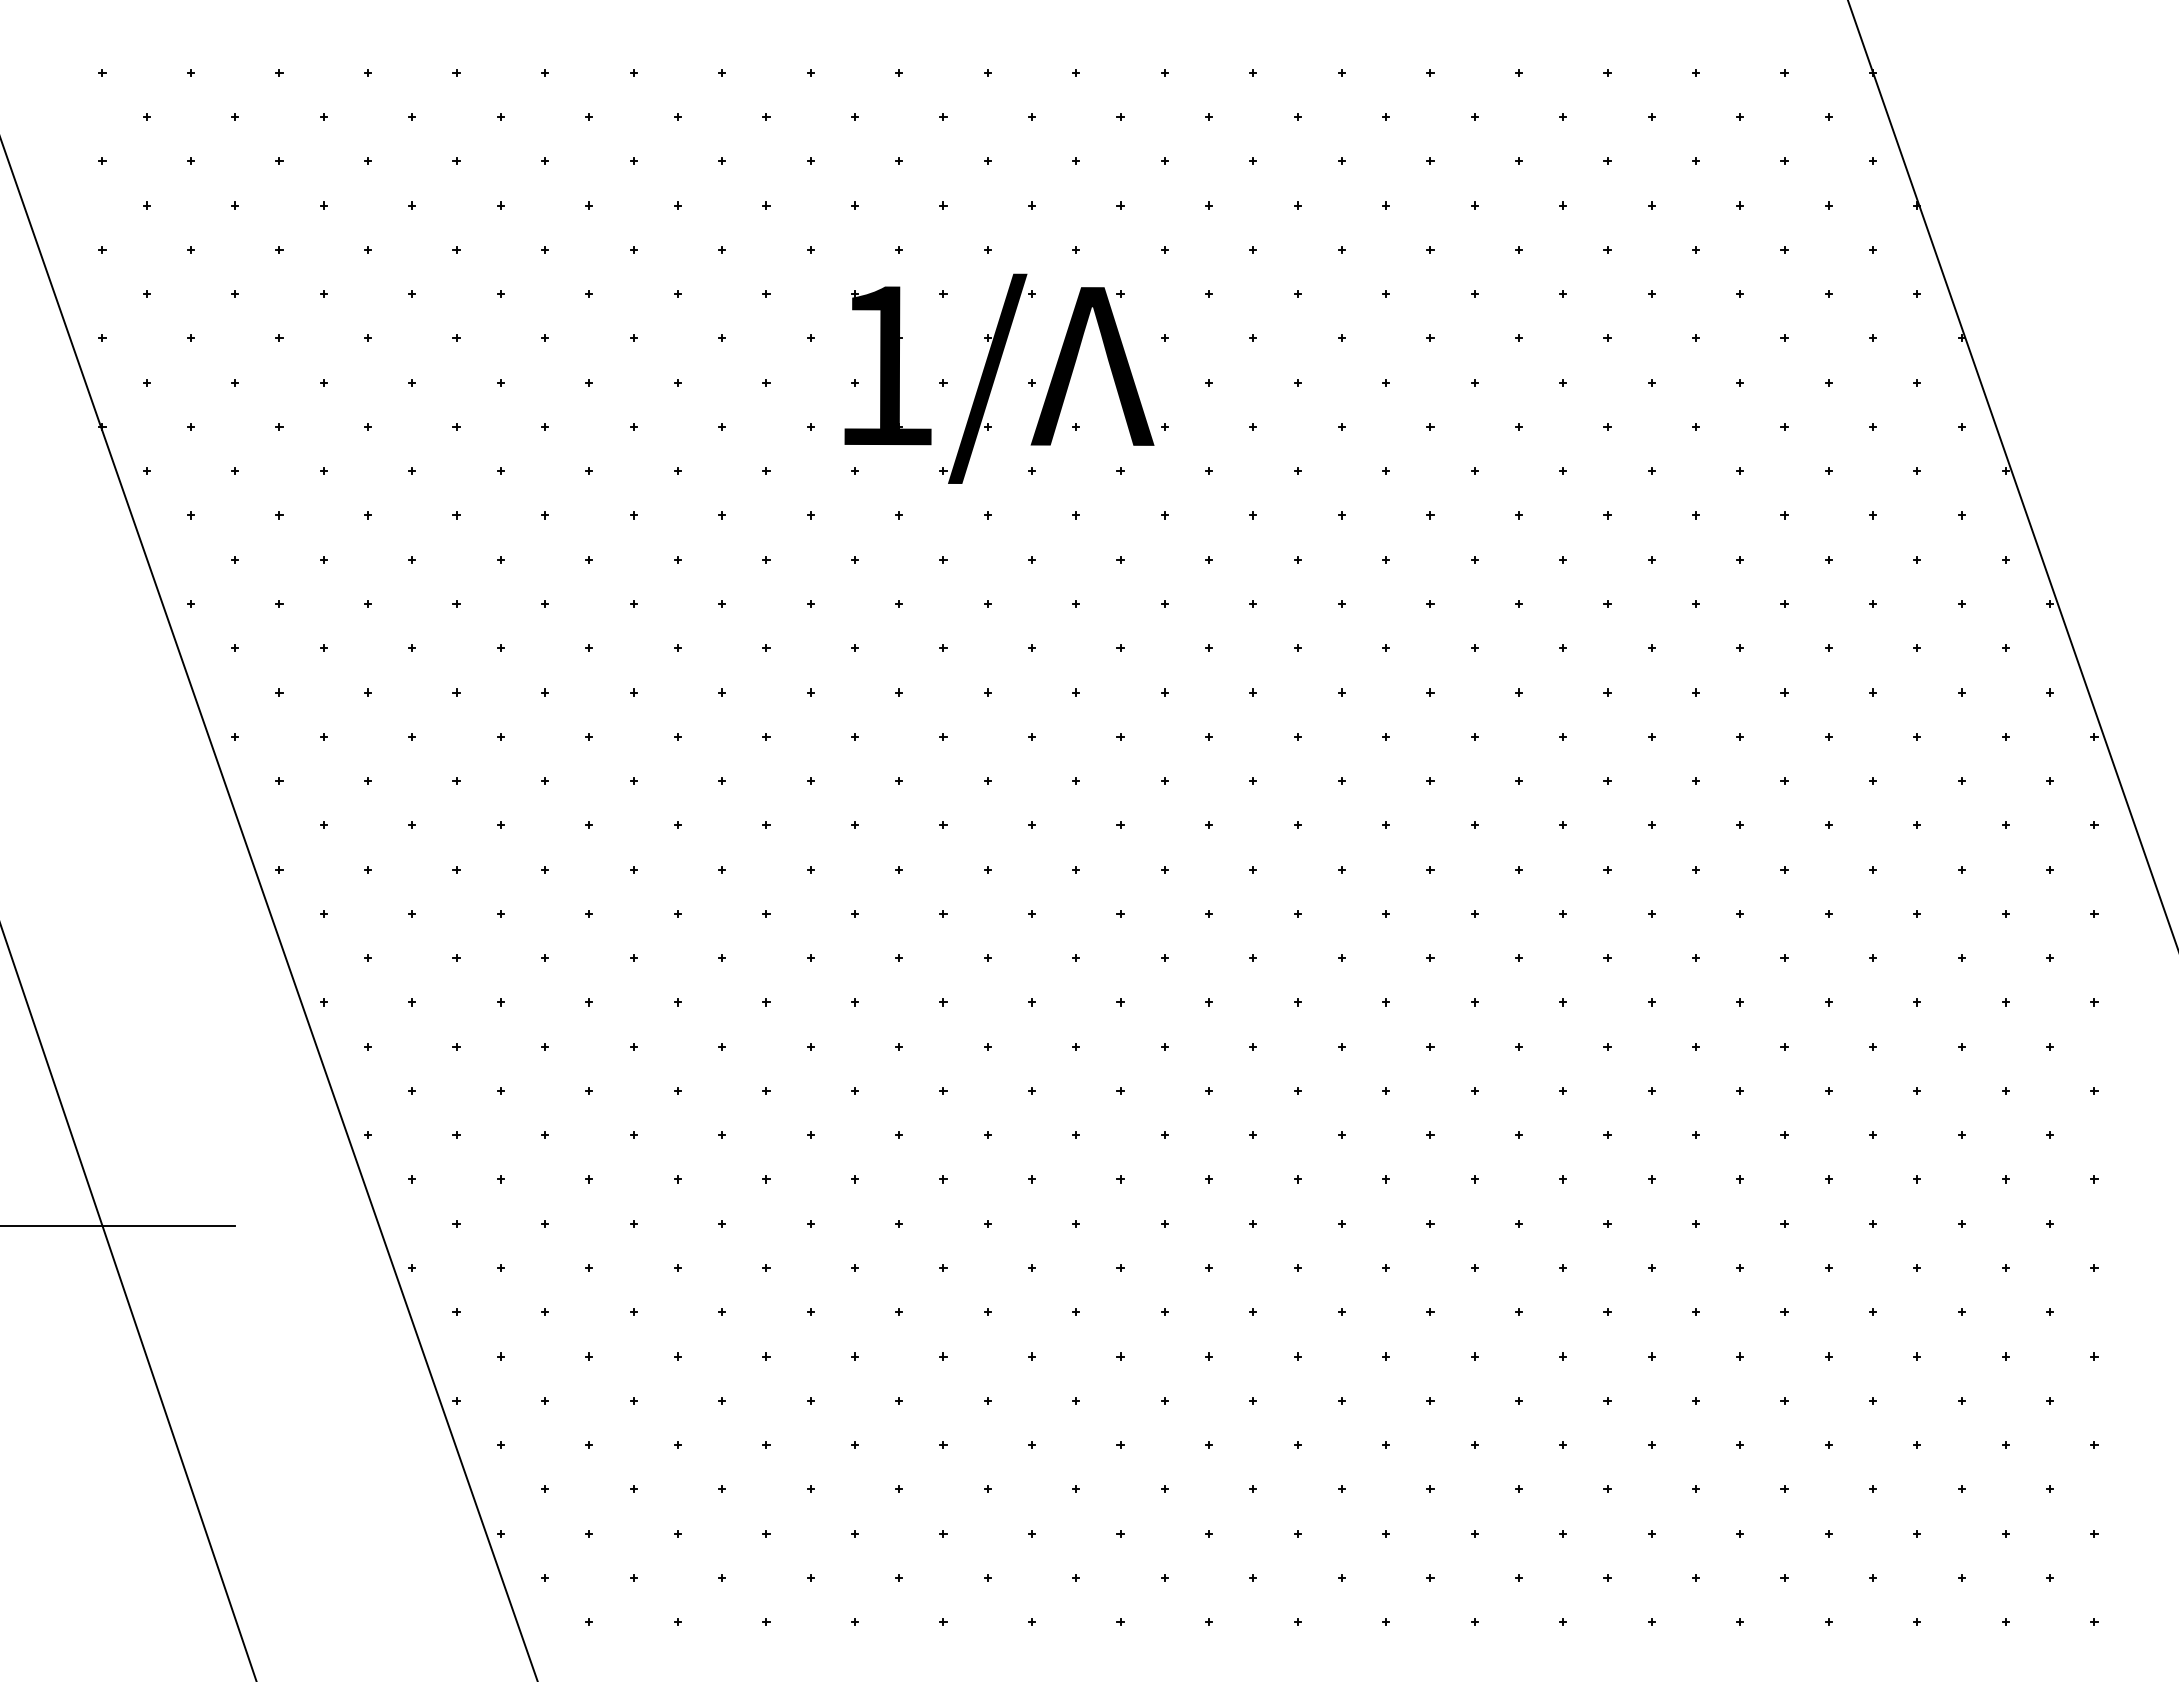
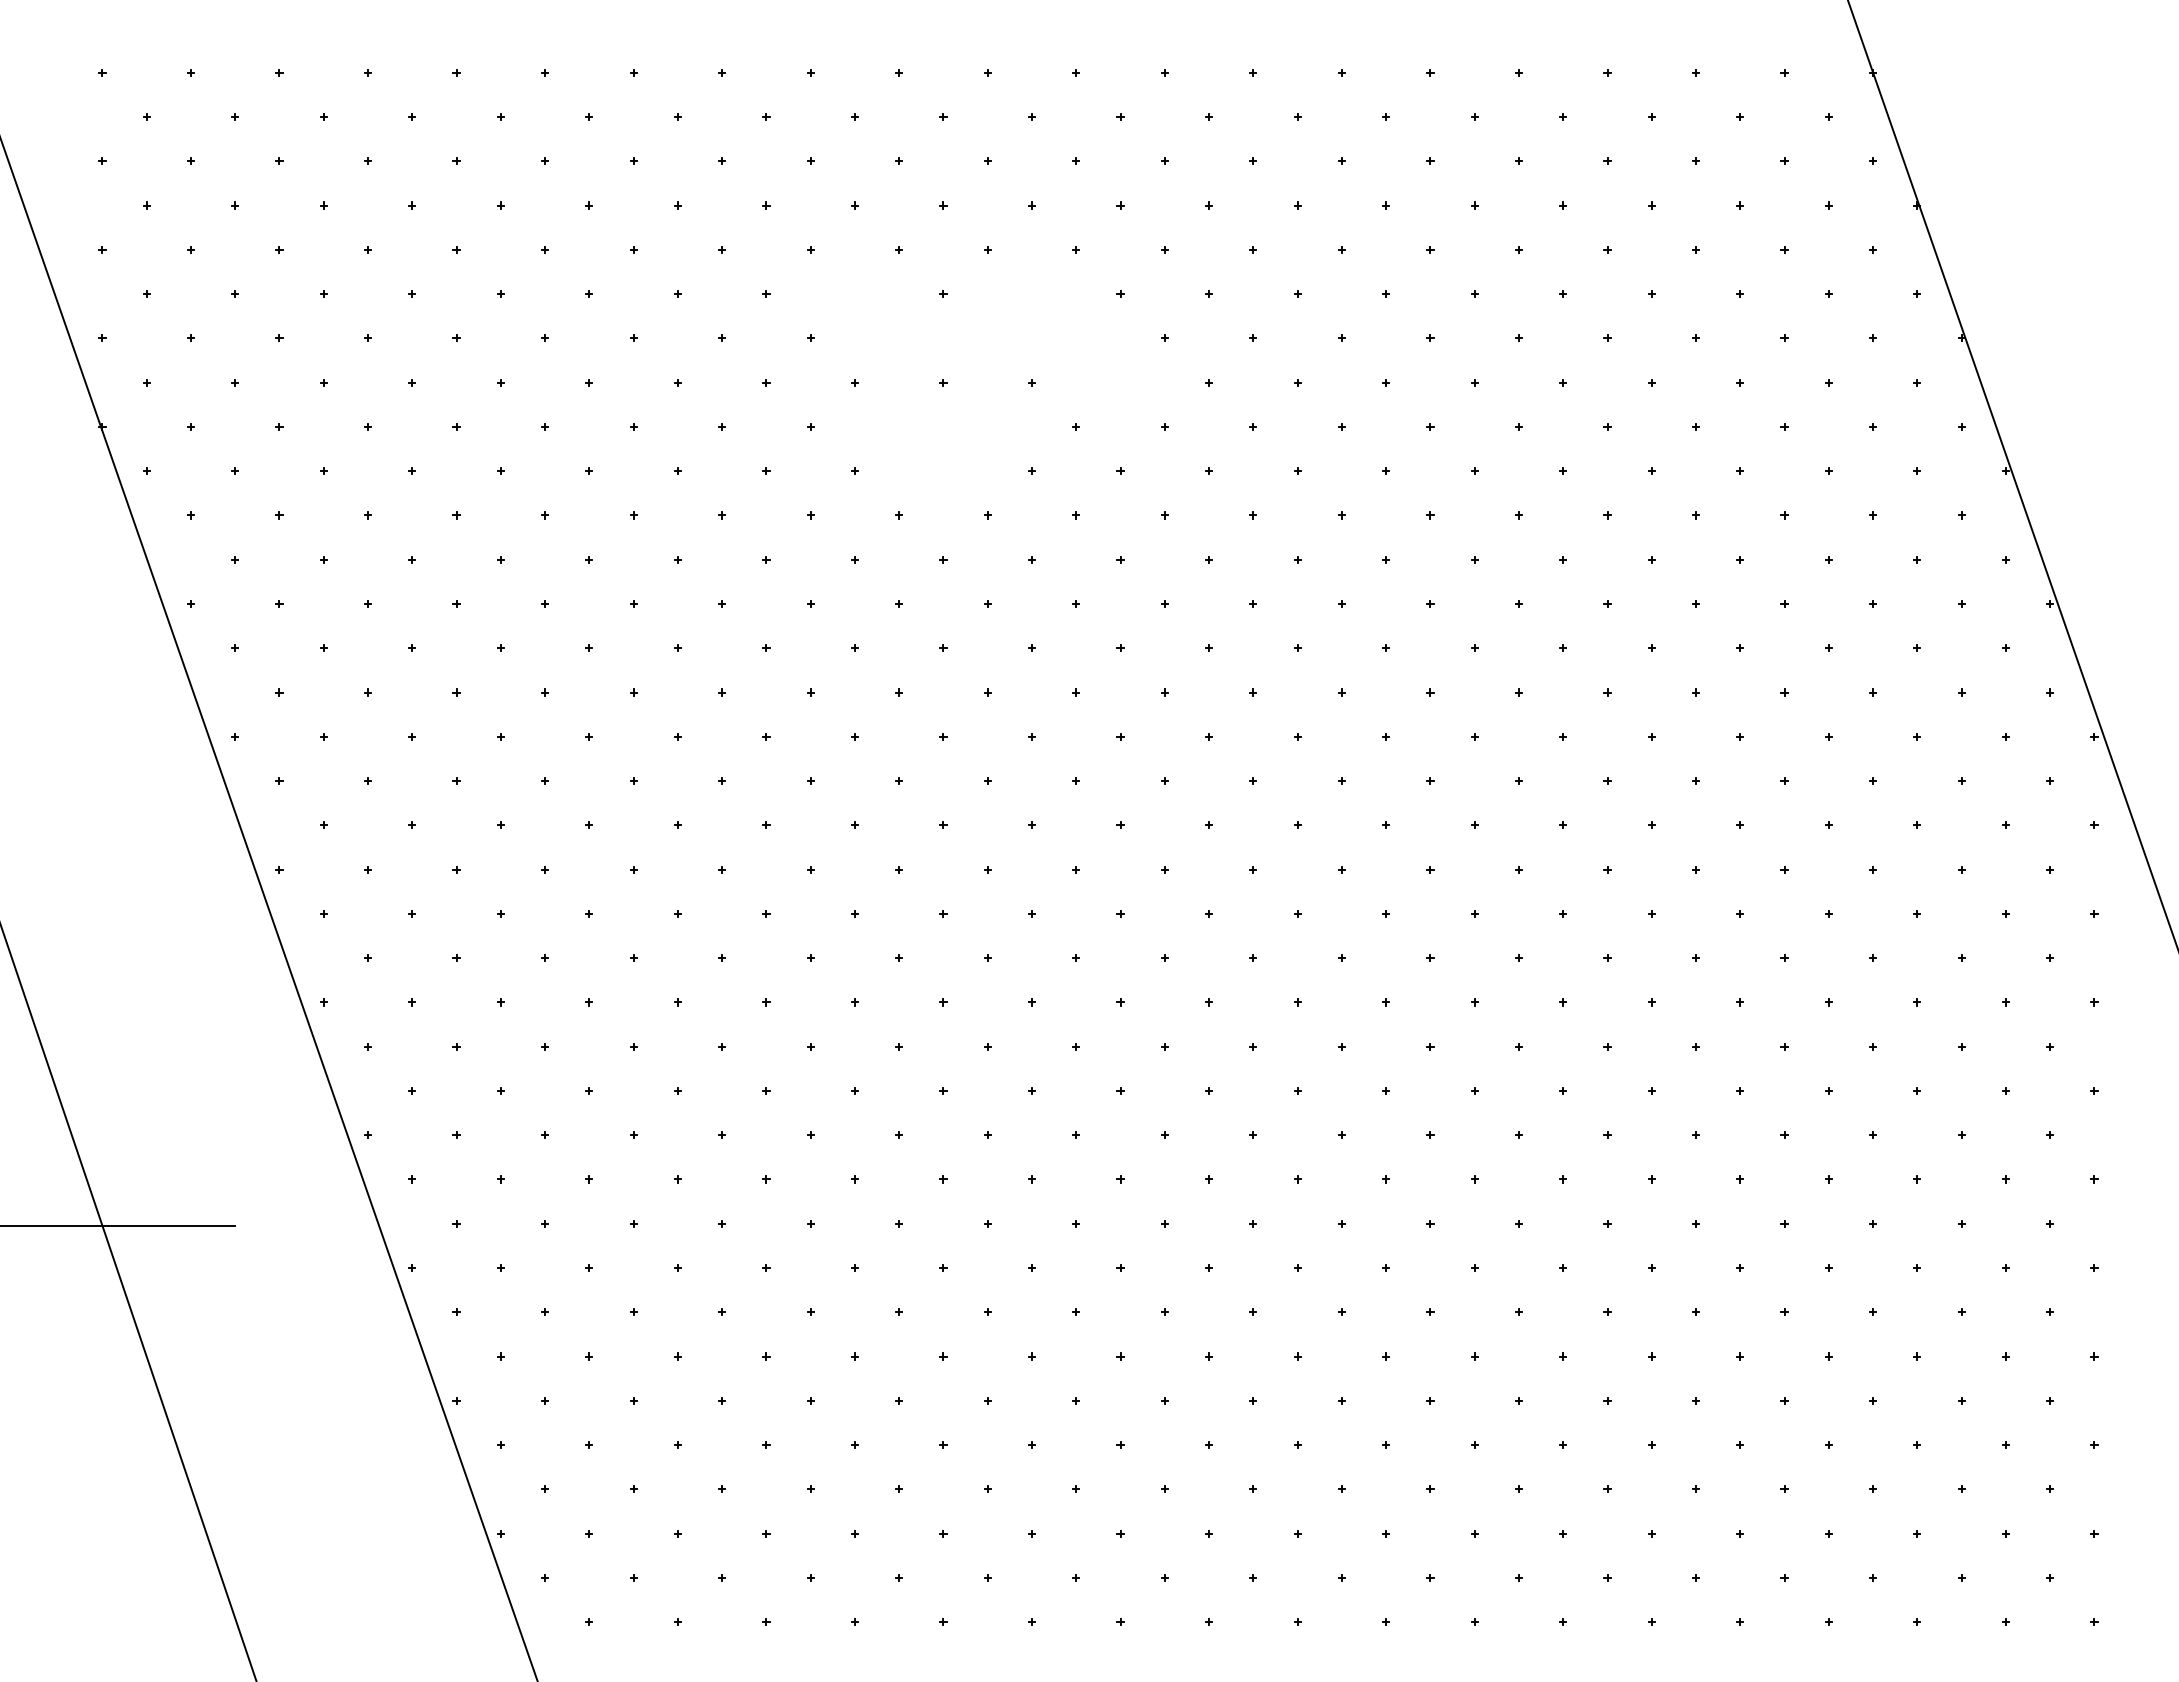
part at (999, 378): present -> none
